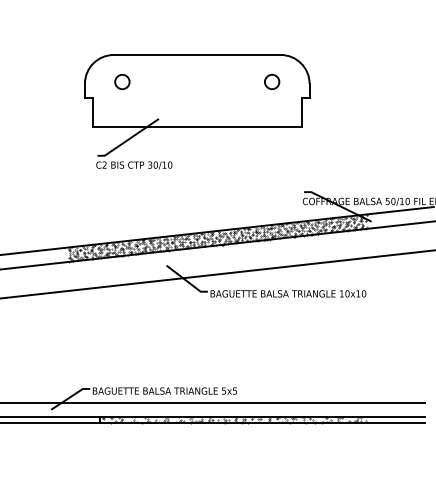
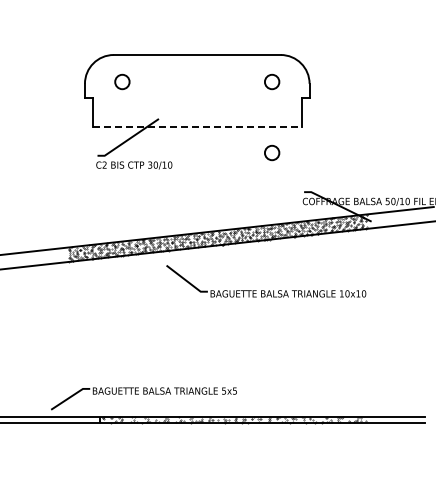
line at (197, 126): solid -> dashed
circle at (272, 152): none -> present
line at (217, 274): present -> none
line at (213, 402): present -> none
